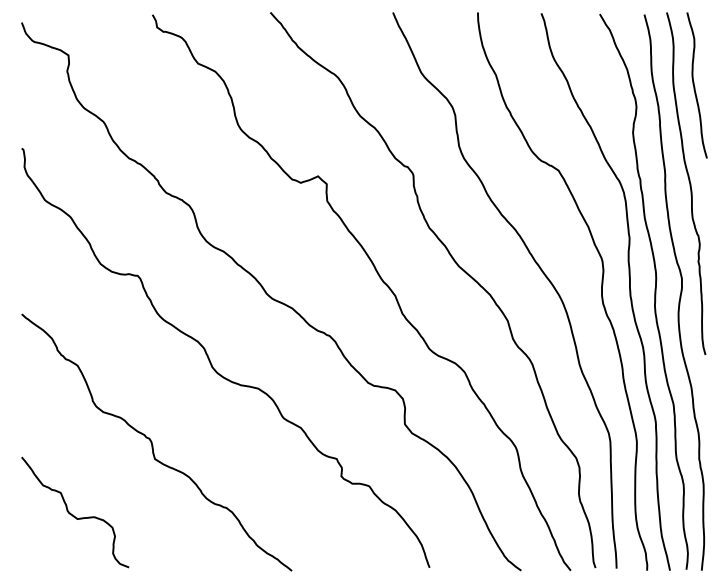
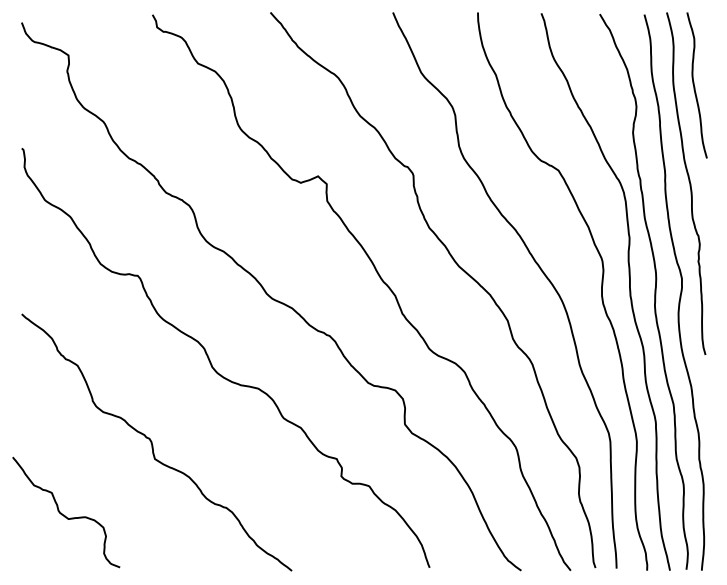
curve at (74, 515) position: (74, 515) -> (65, 515)
